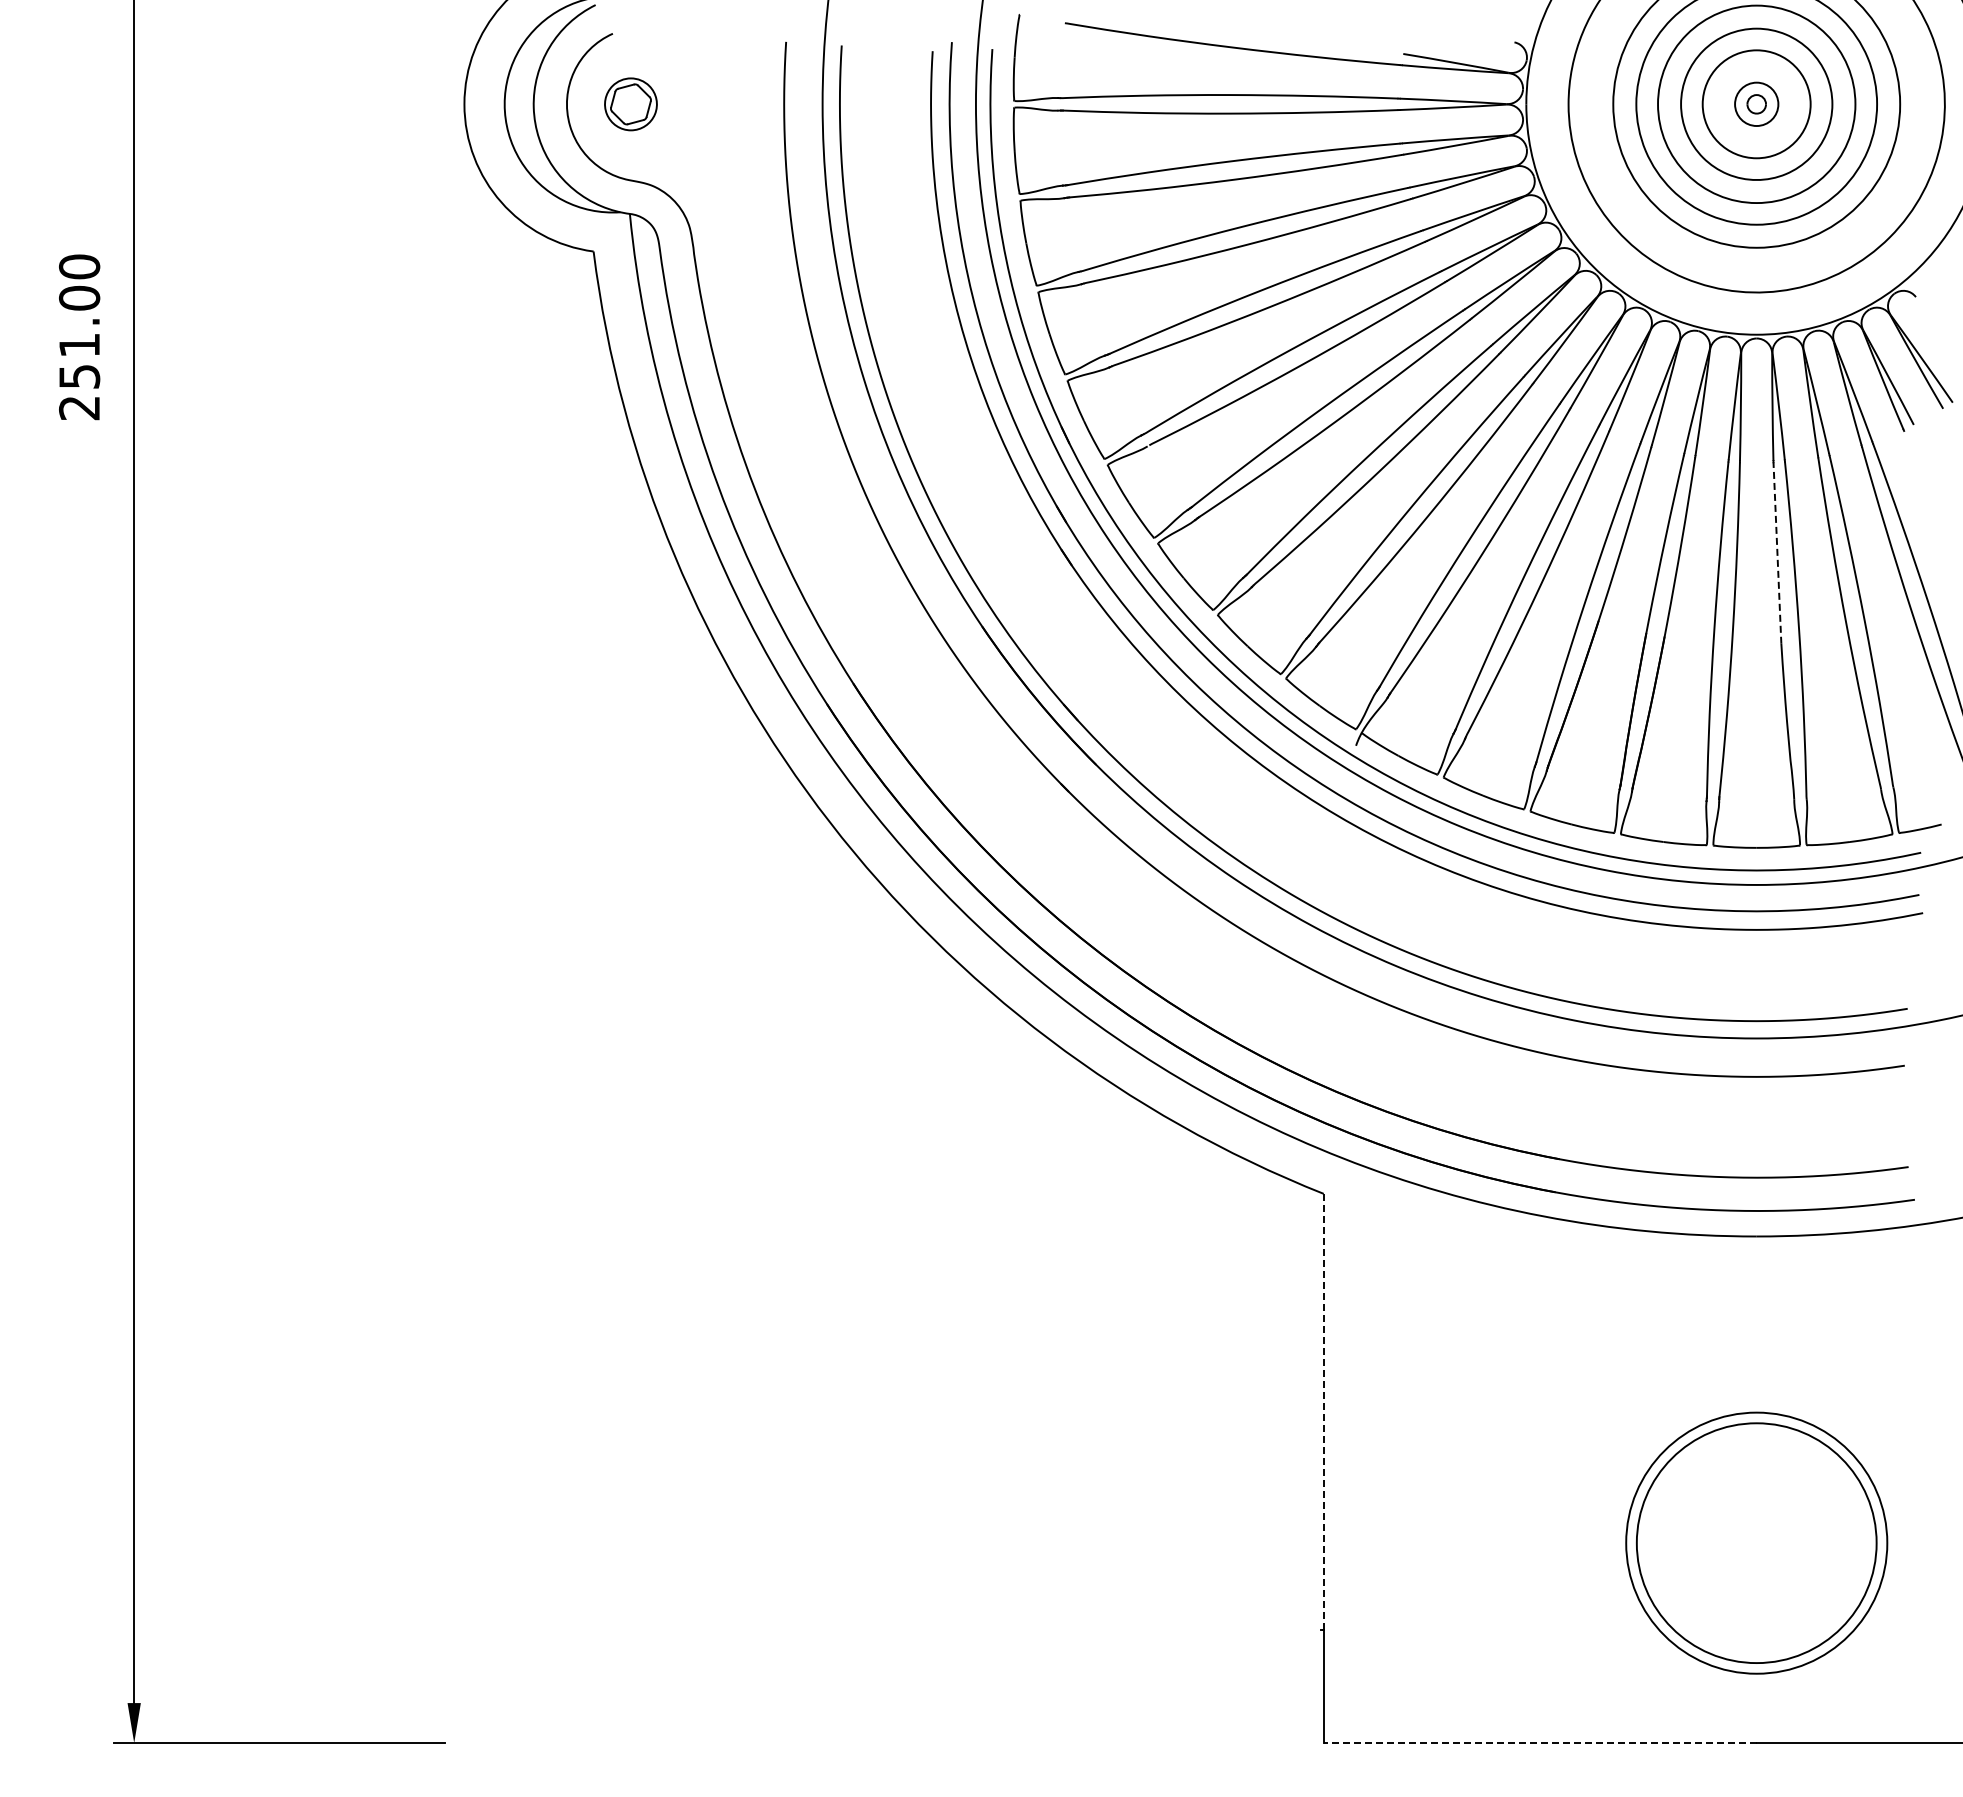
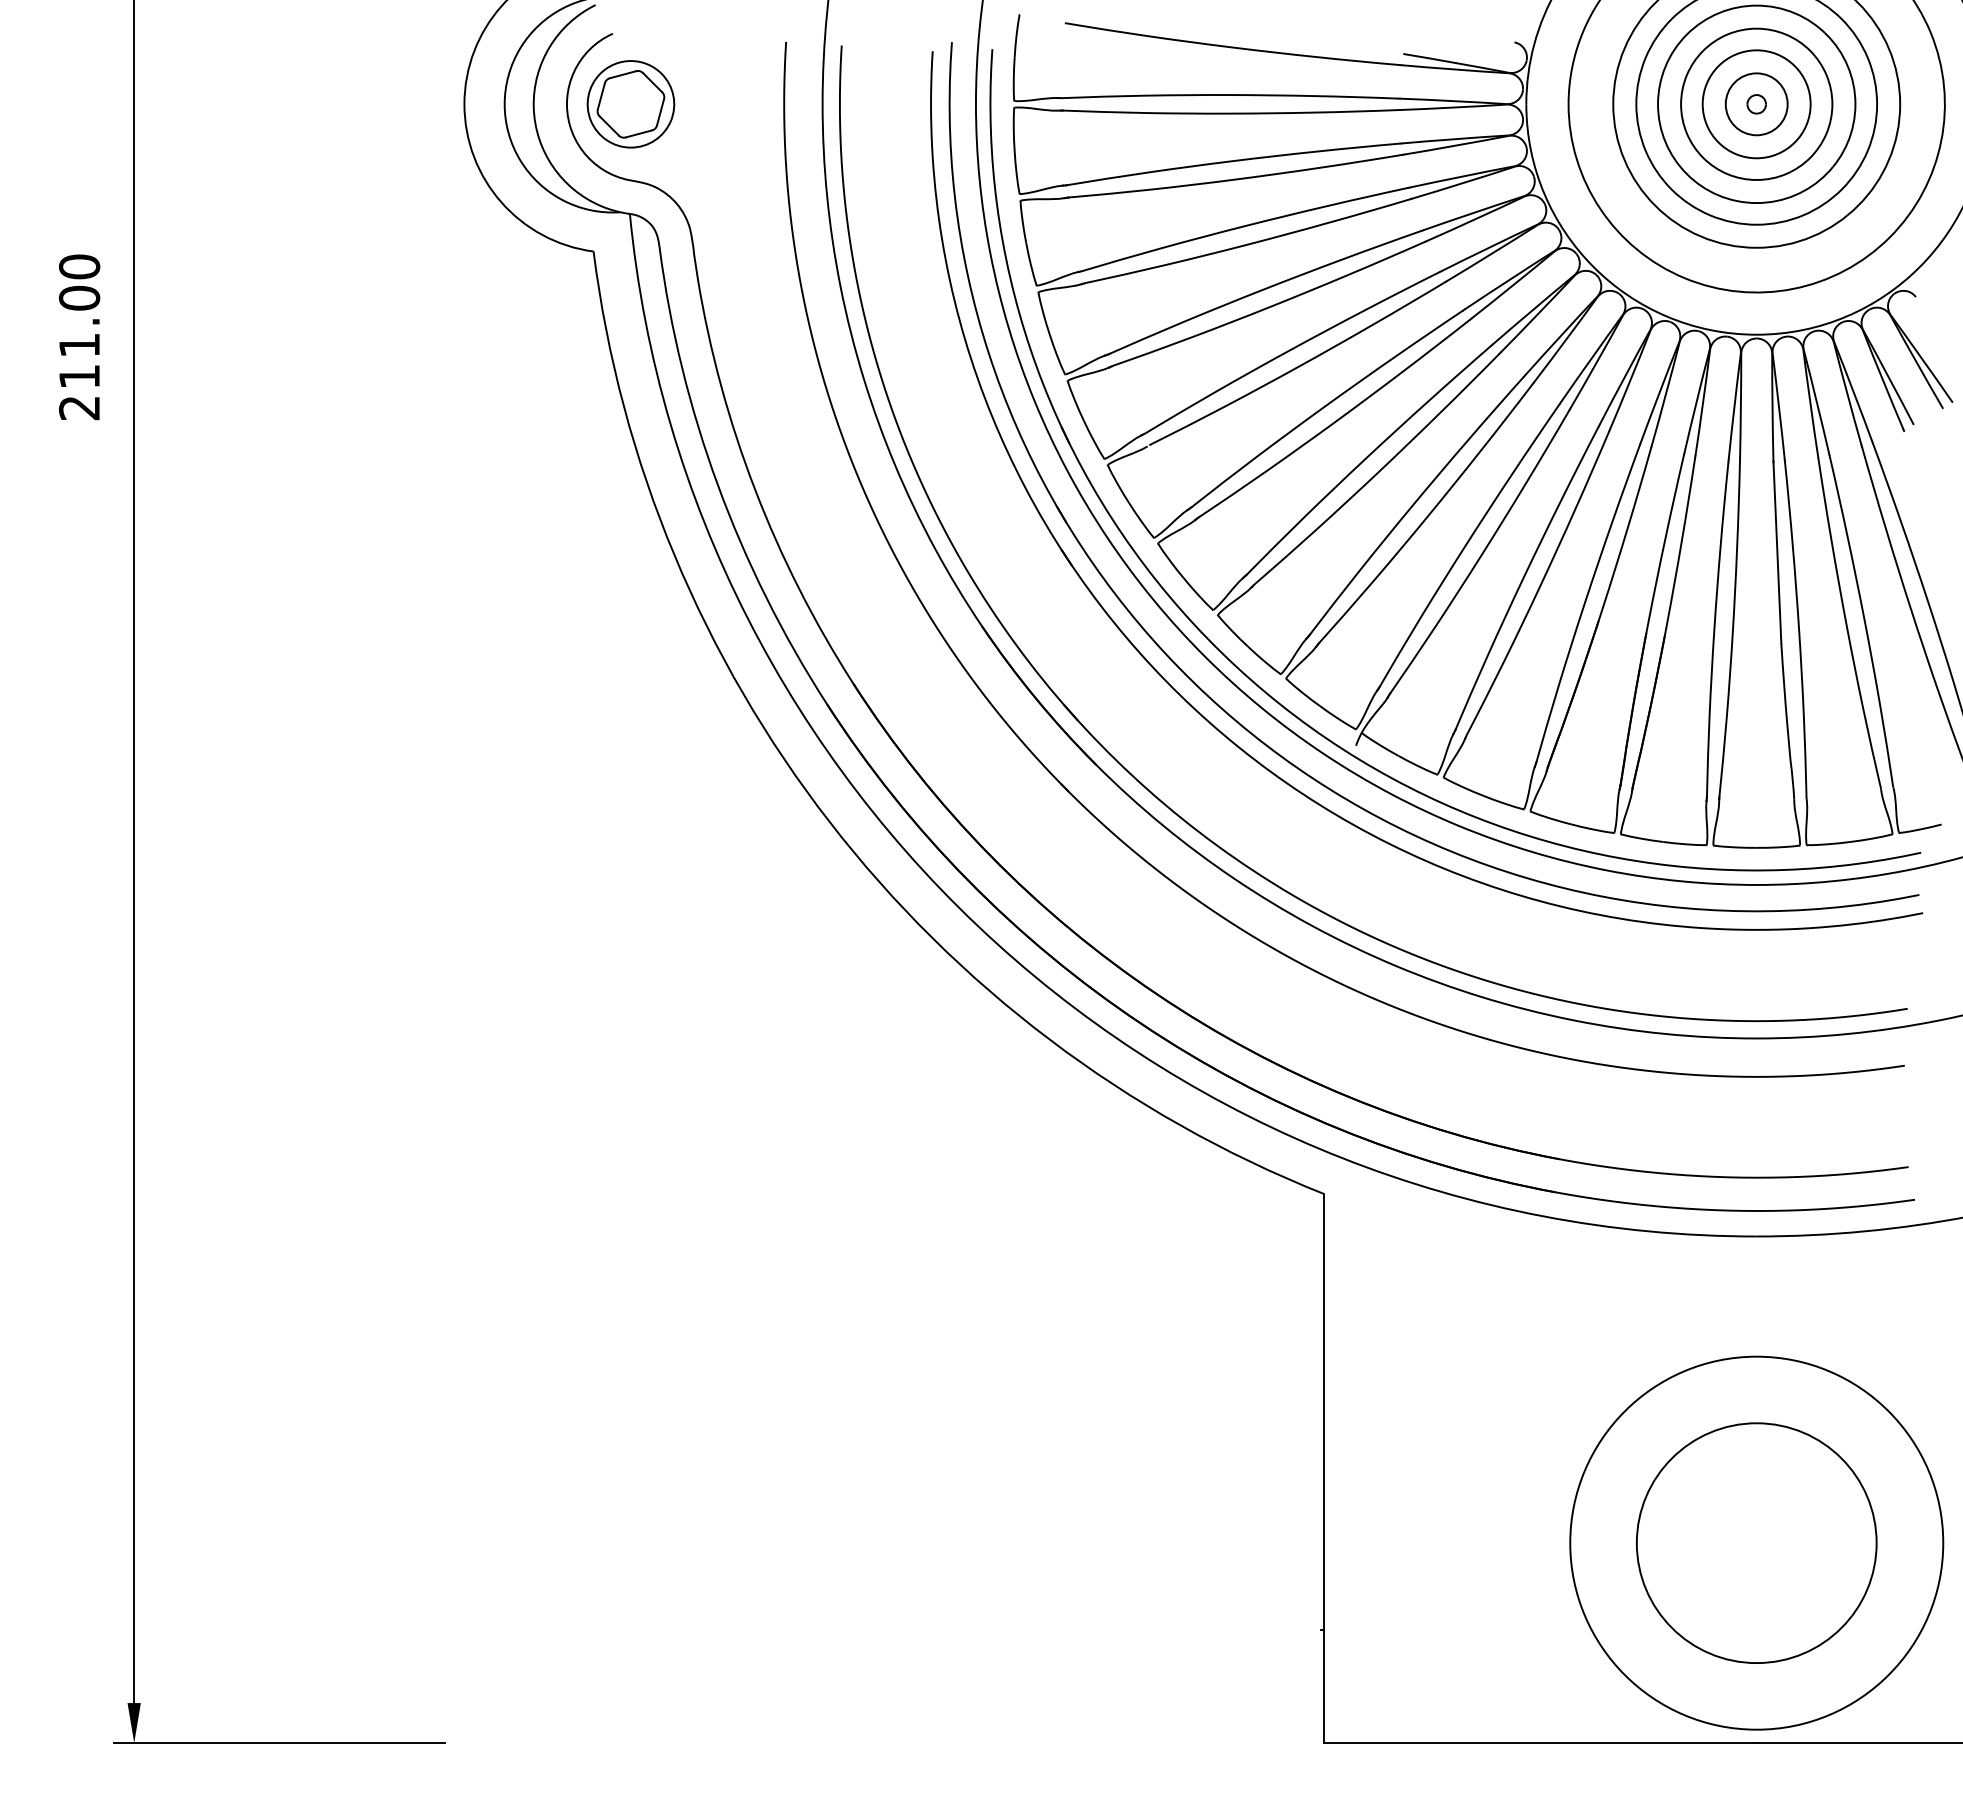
part at (630, 104) size: 54x55 px -> 90x89 px
circle at (1756, 104) diameter: 43 px -> 62 px
text at (79, 376): 251.00 -> 211.00
line at (1777, 553): dashed -> solid
line at (1323, 1411): dashed -> solid
circle at (1756, 1542) diameter: 261 px -> 373 px
line at (1539, 1743): dashed -> solid
